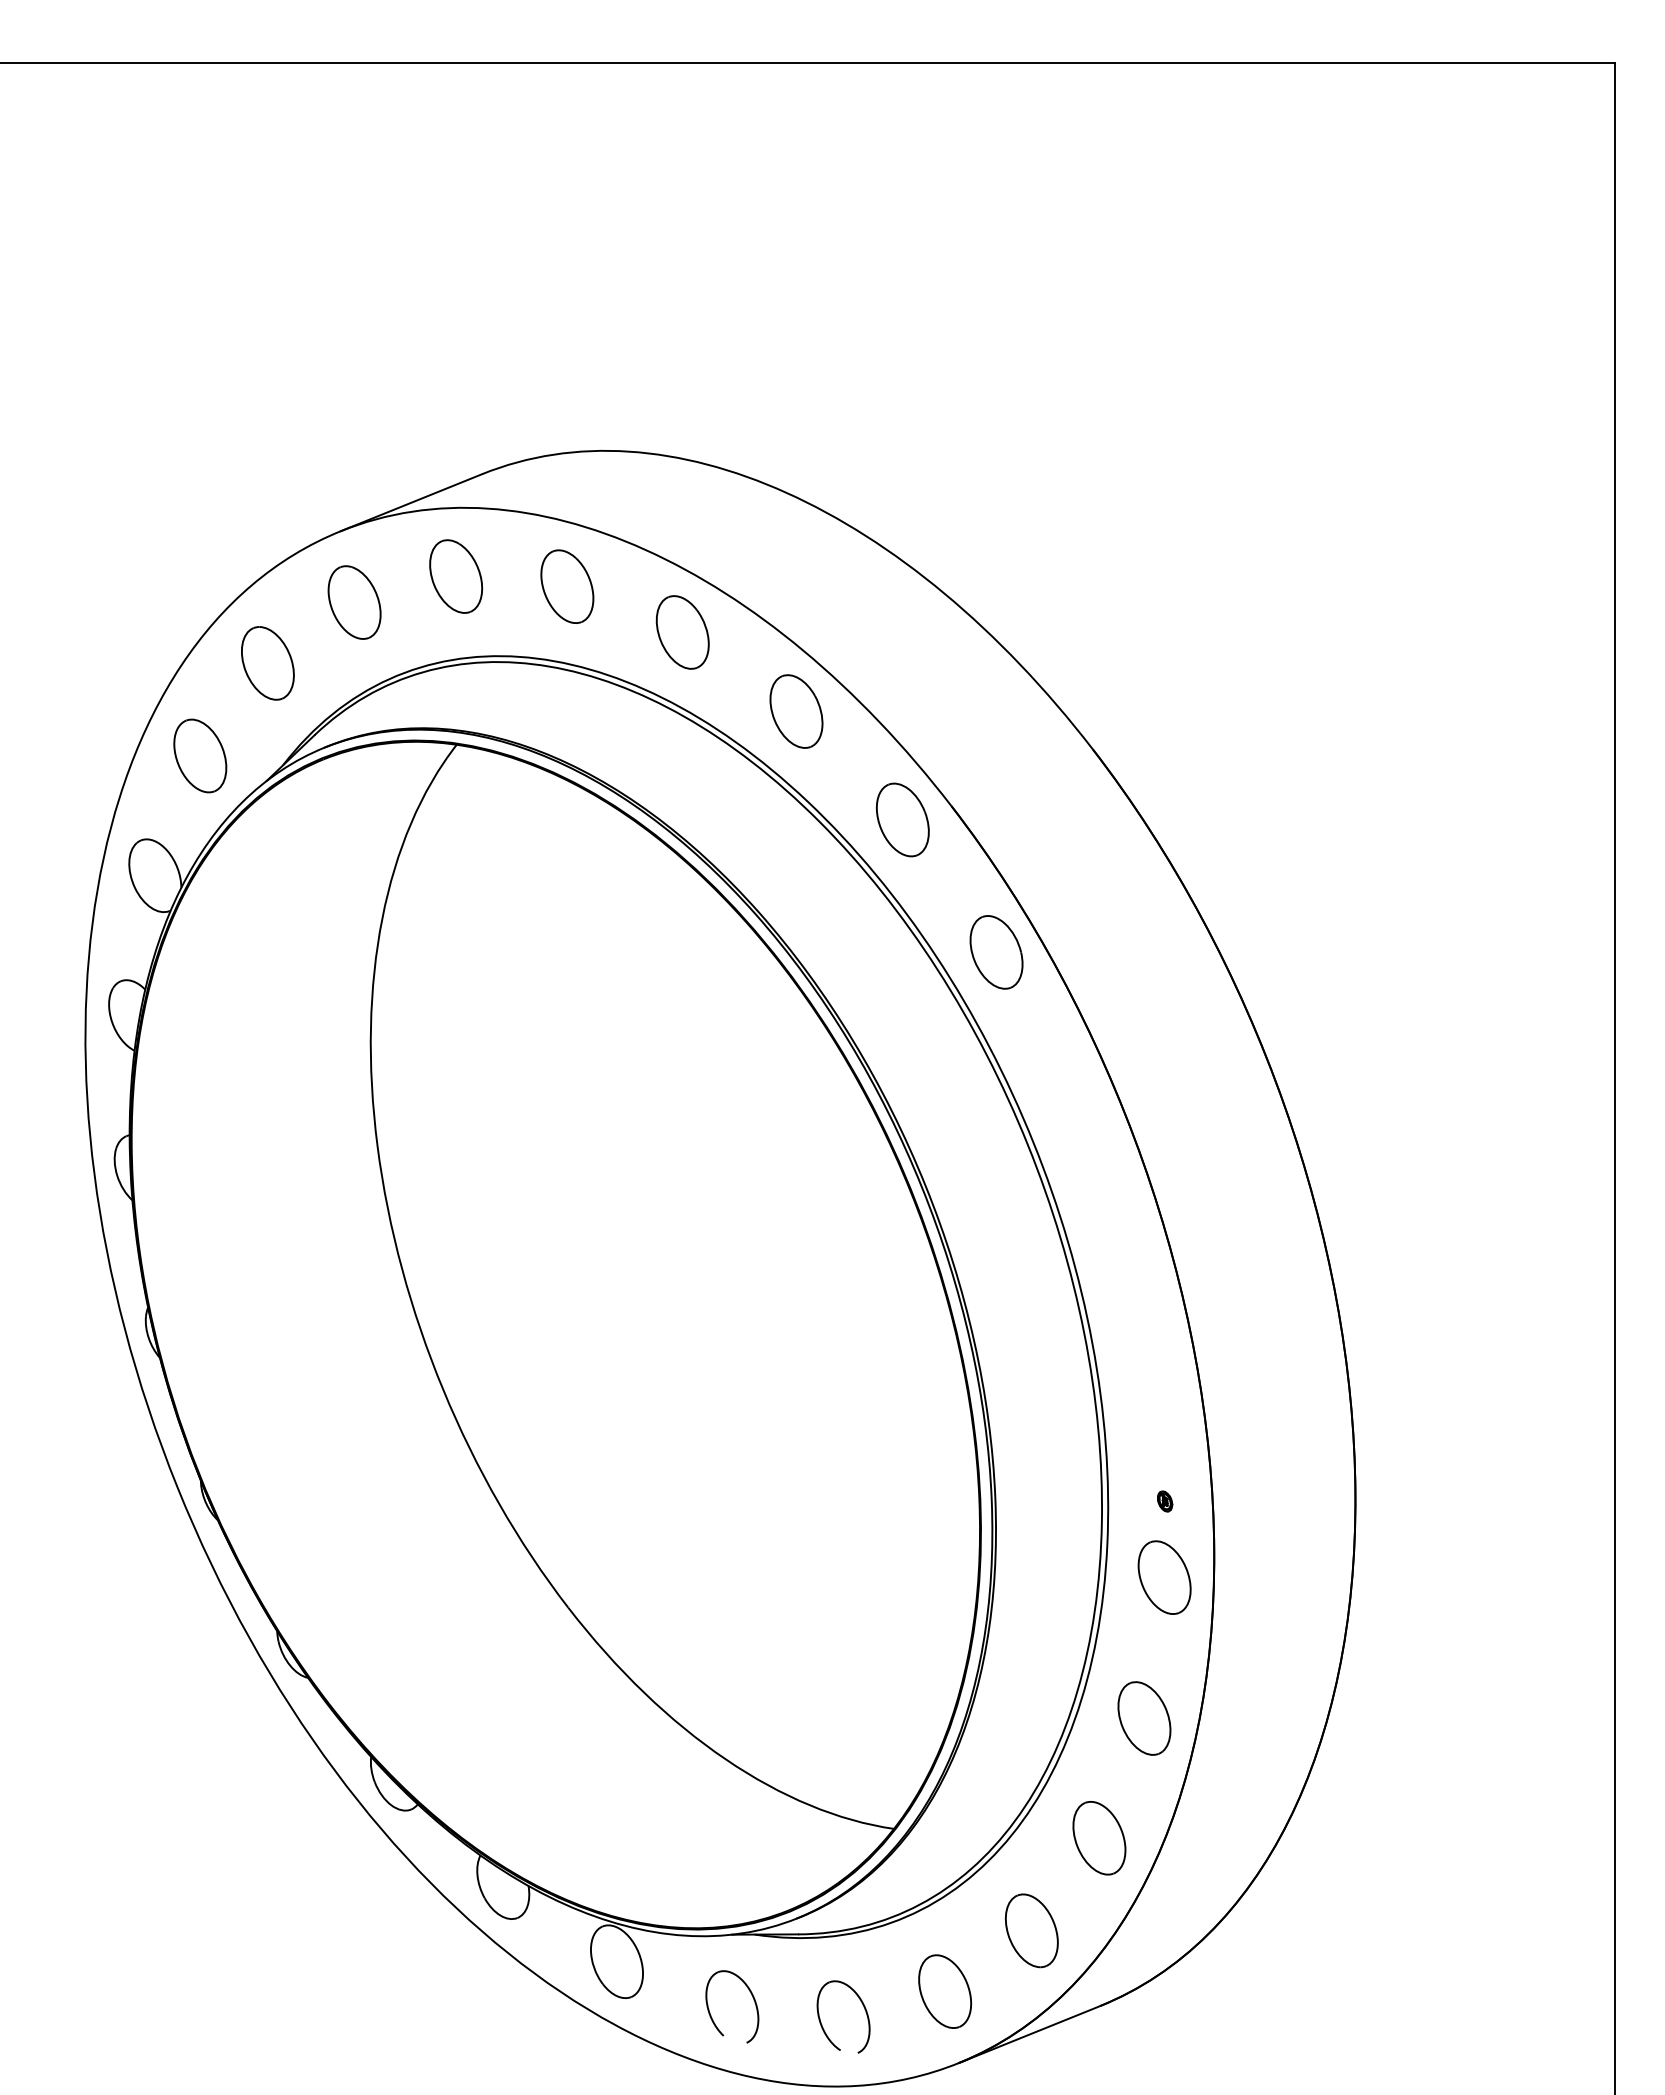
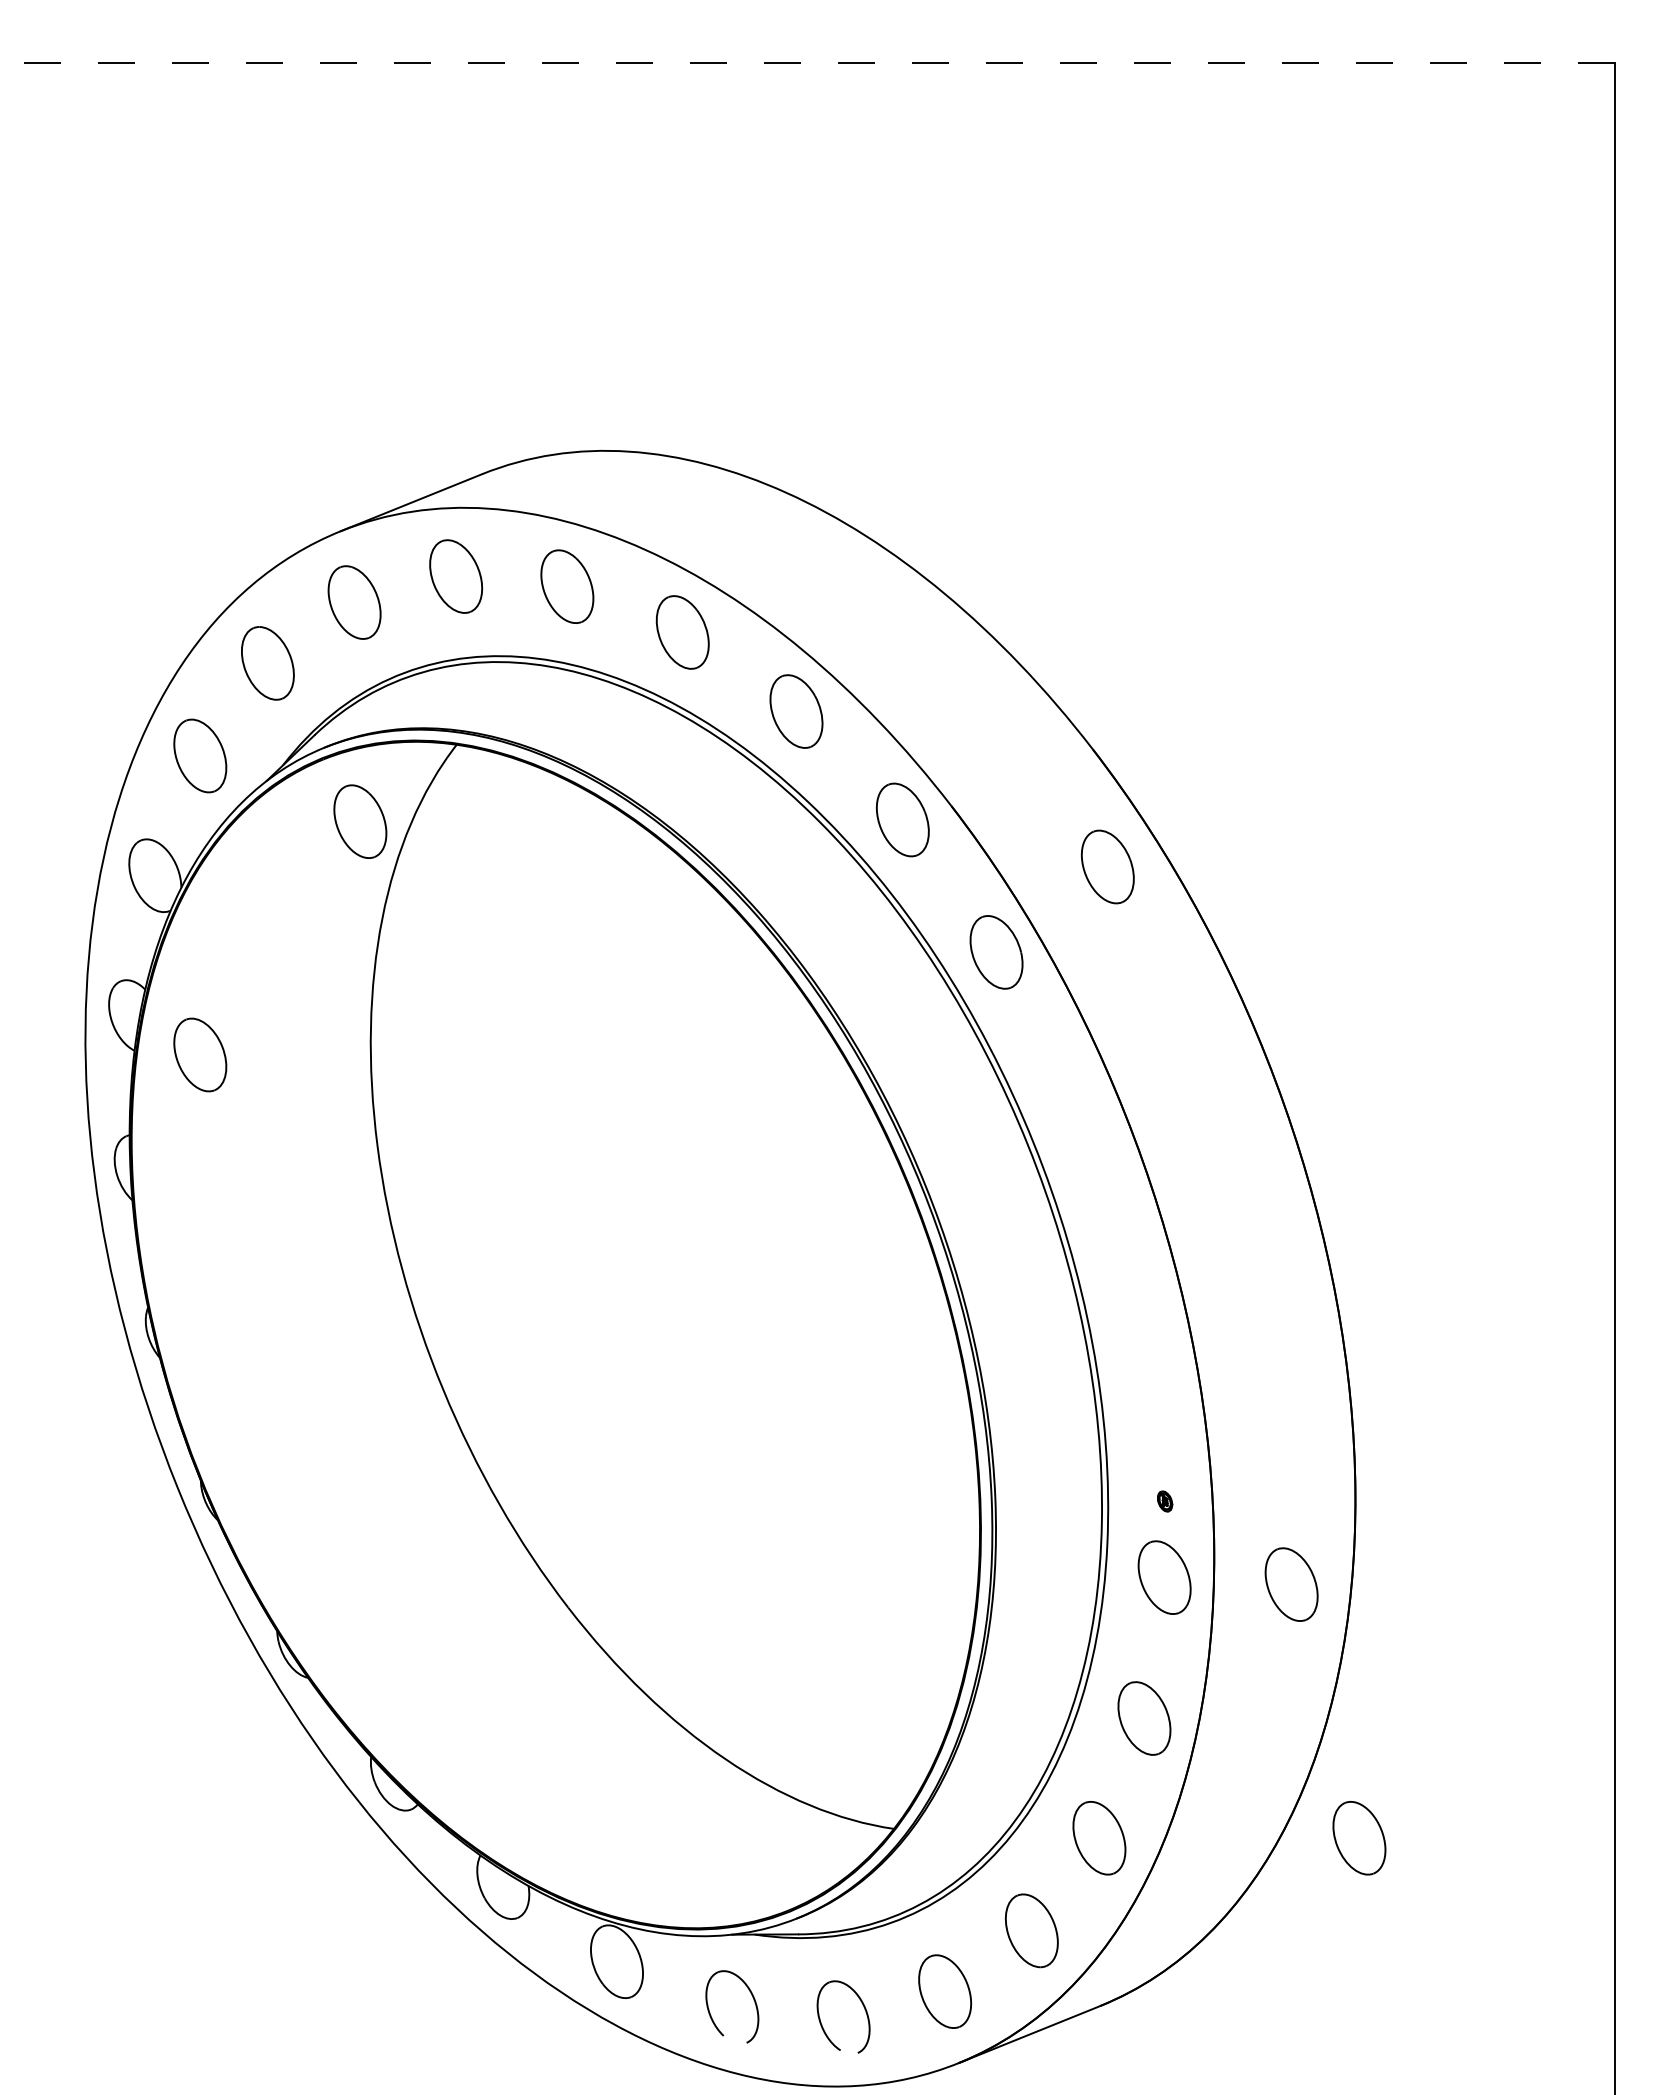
line at (808, 62): solid -> dashed
part at (360, 821): none -> present
part at (1107, 866): none -> present
part at (200, 1054): none -> present
part at (1291, 1584): none -> present
part at (1359, 1838): none -> present
